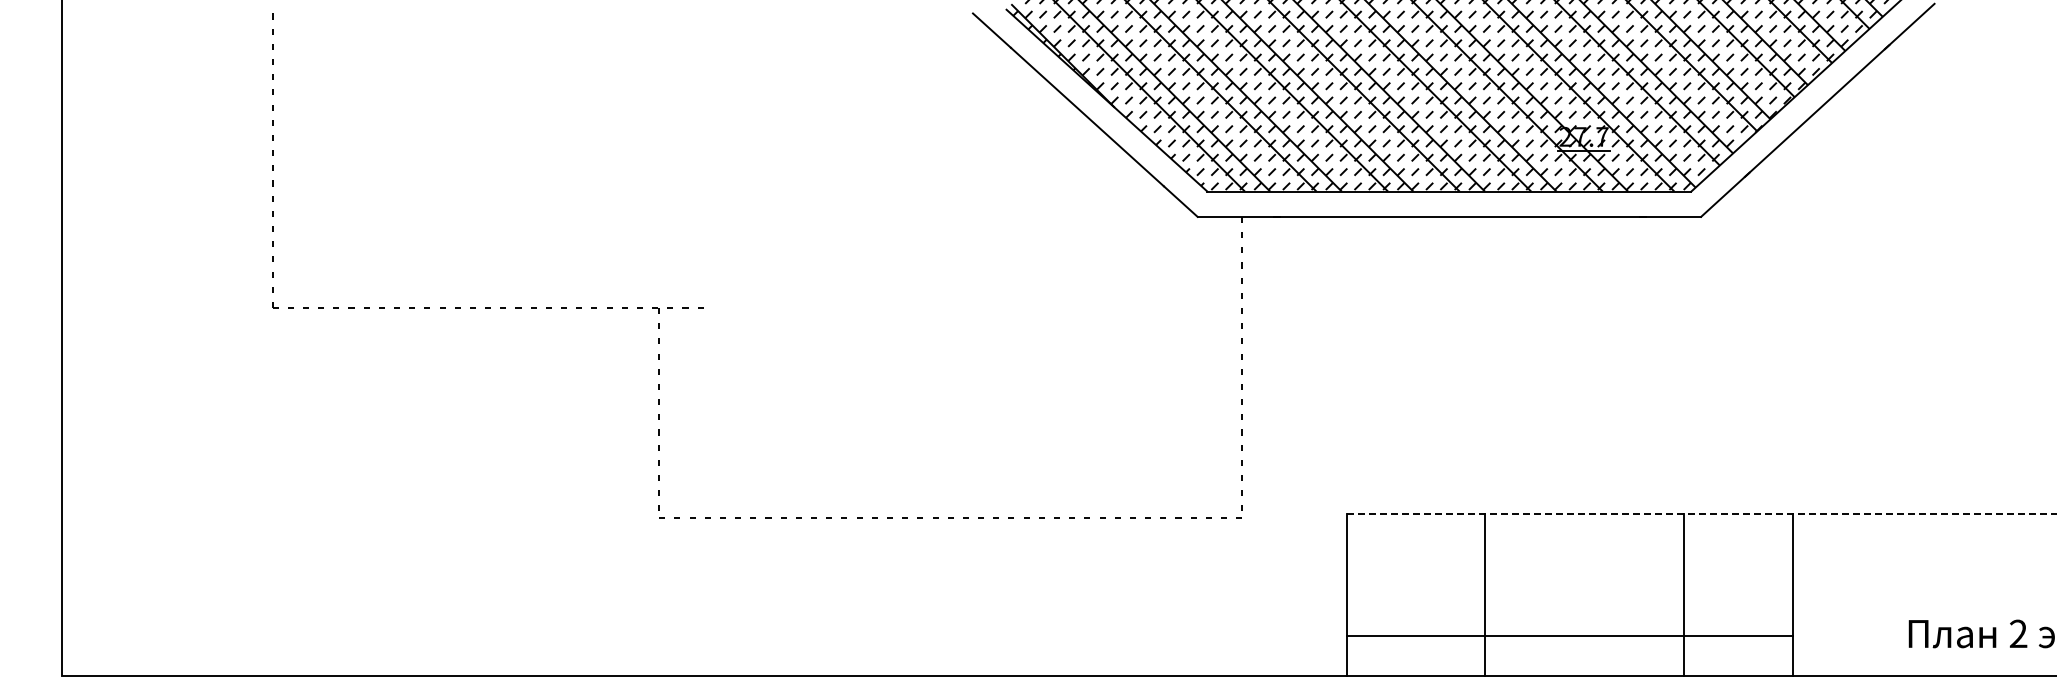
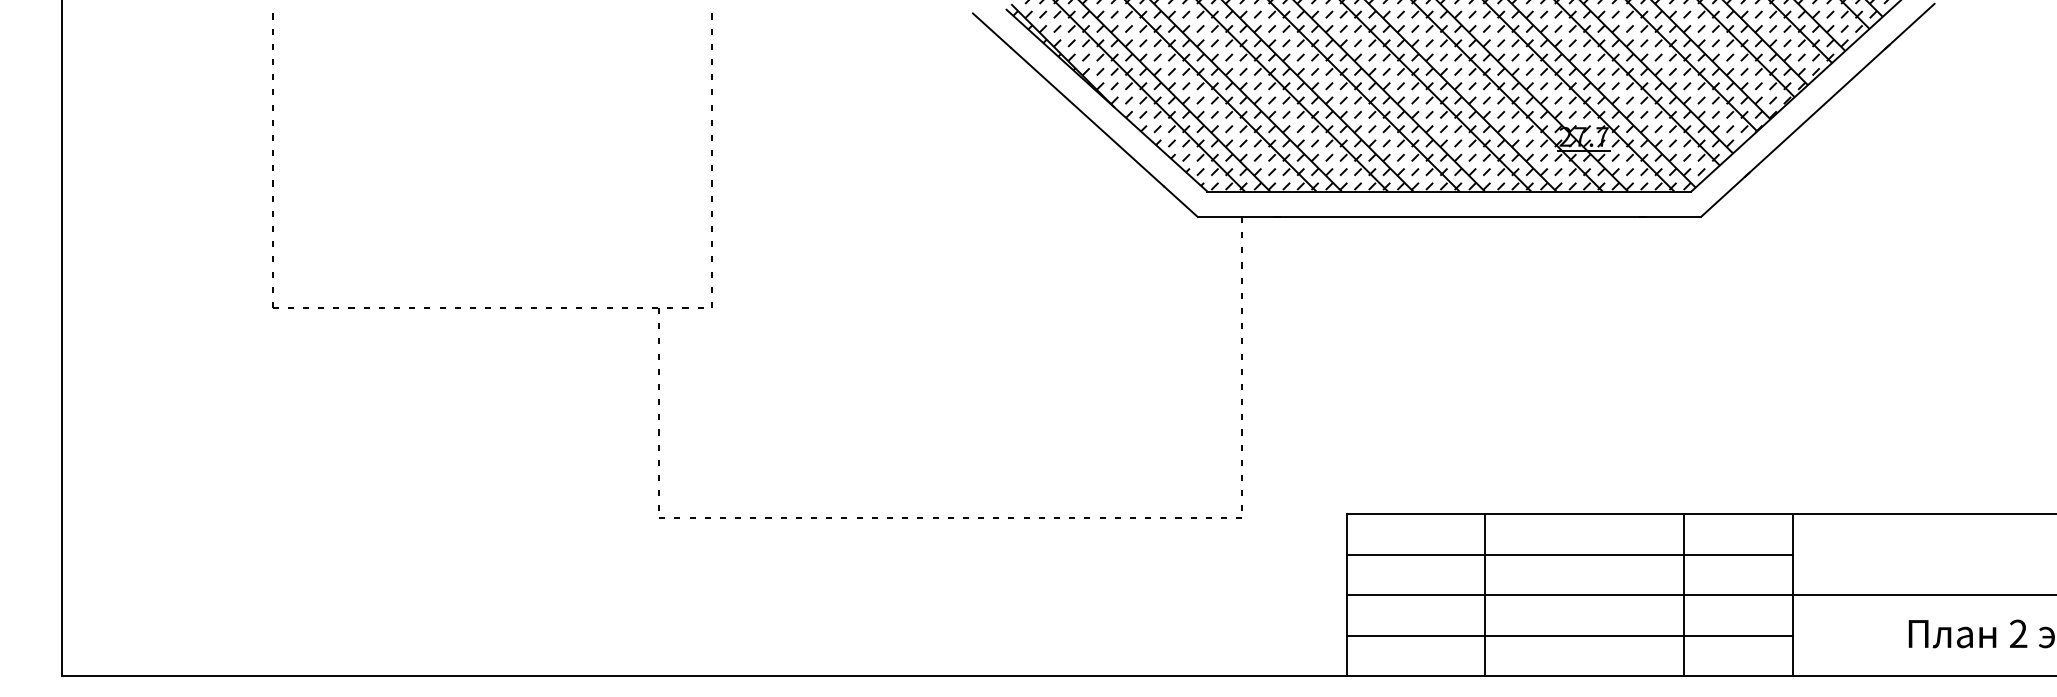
line at (711, 155): none -> present
line at (1701, 514): dashed -> solid
line at (1569, 554): none -> present
line at (1700, 595): none -> present
